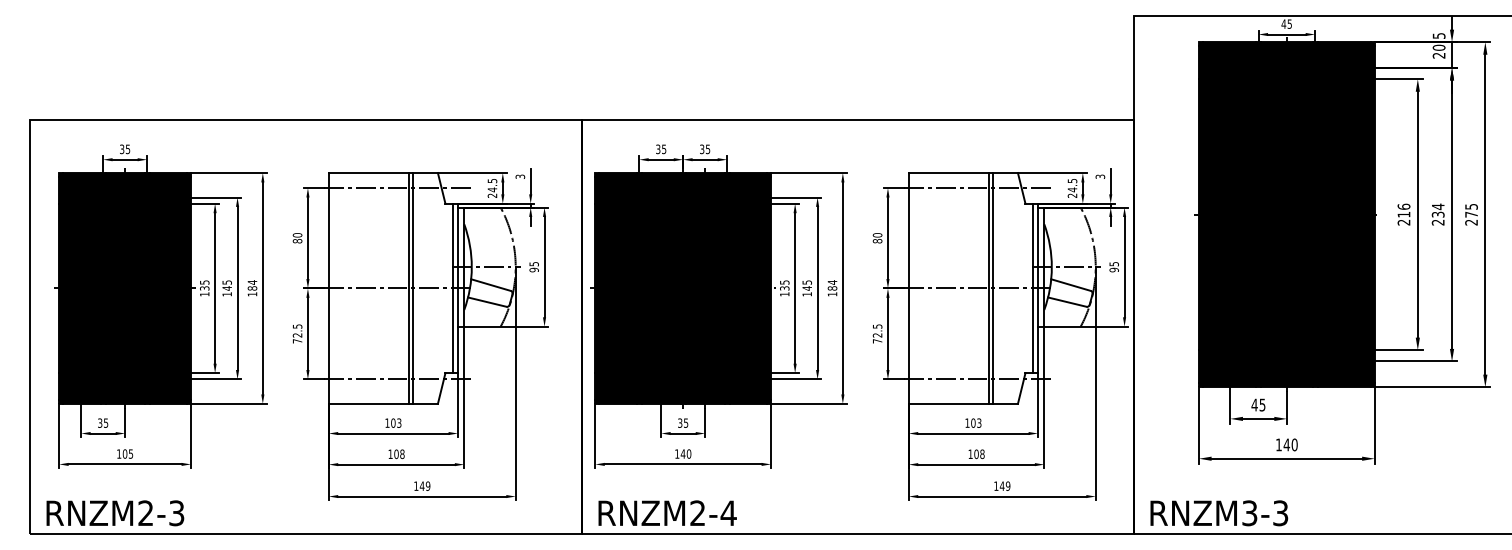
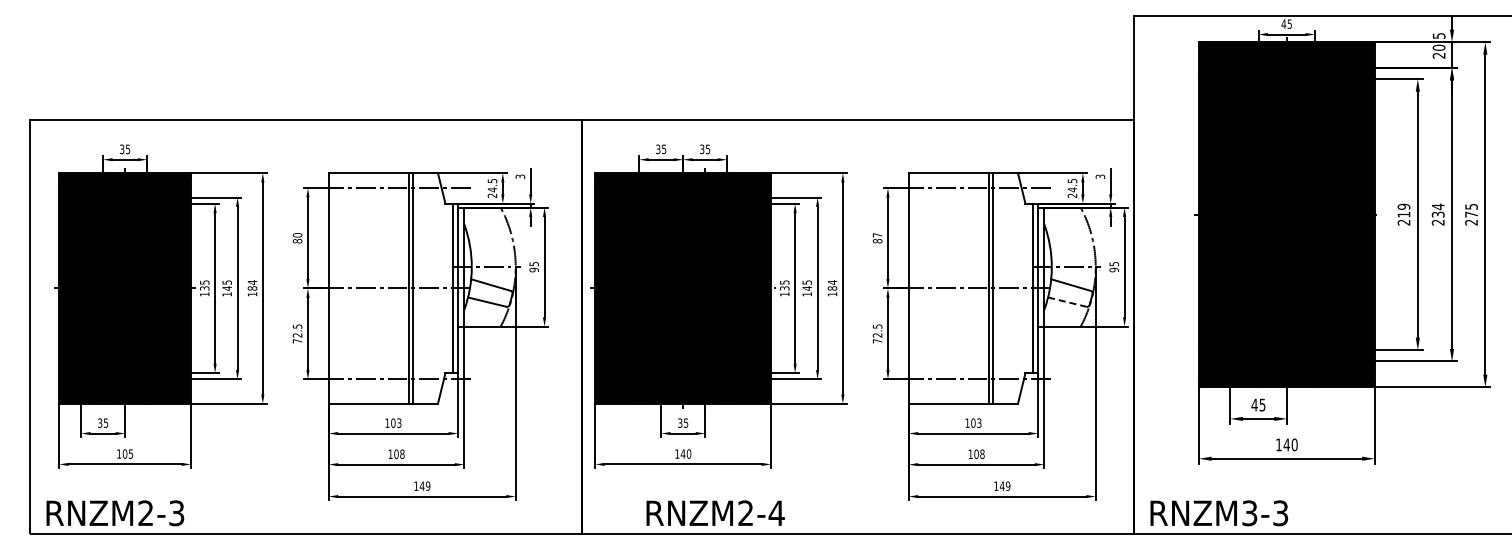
text at (1403, 206): 216 -> 219
text at (877, 235): 80 -> 87
line at (1067, 302): solid -> dashed
text at (667, 512) position: (667, 512) -> (715, 512)
